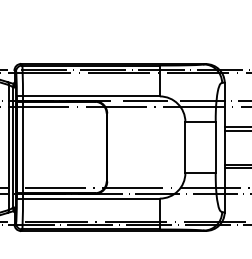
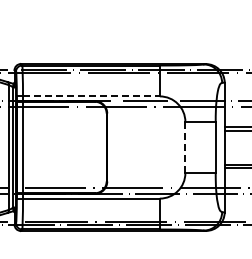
line at (91, 96): solid -> dashed
line at (185, 147): solid -> dashed
